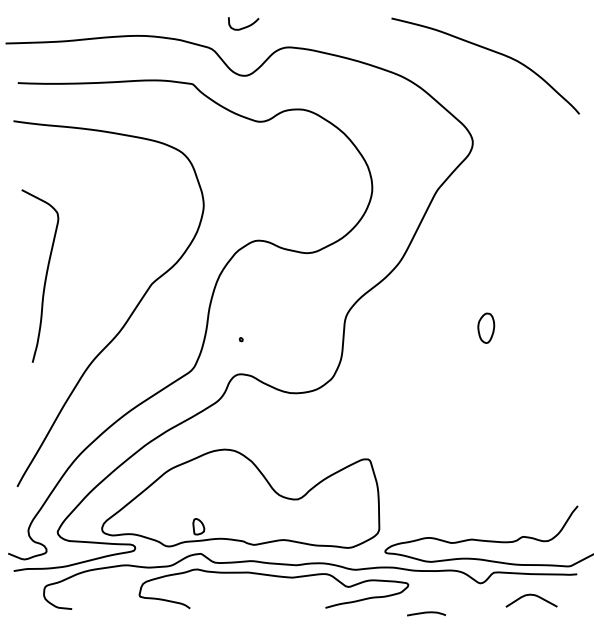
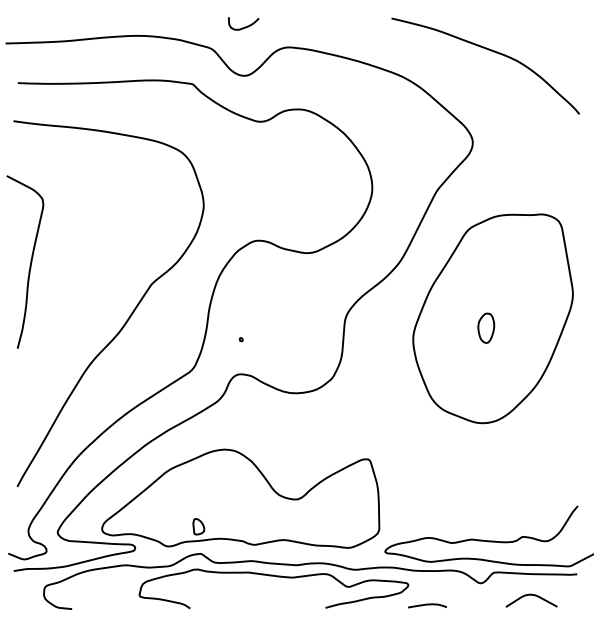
curve at (45, 275) position: (45, 275) -> (30, 261)
part at (492, 318): none -> present
curve at (426, 613) position: (426, 613) -> (427, 605)
